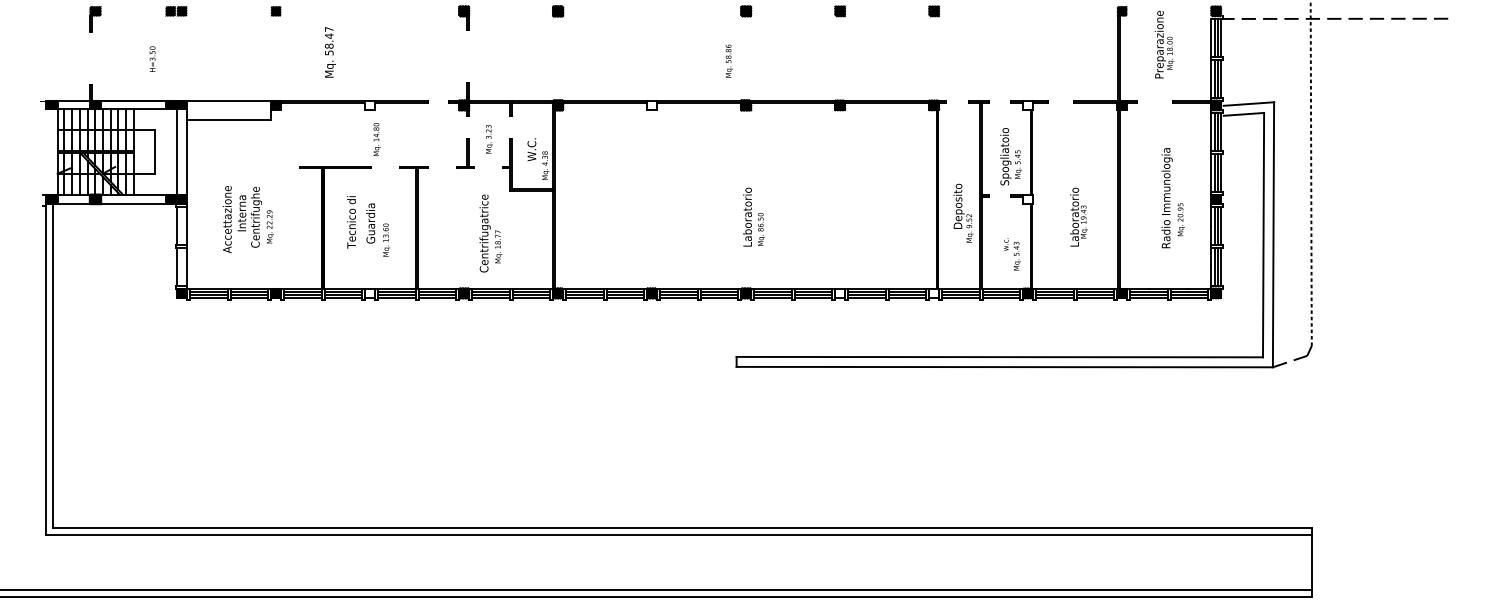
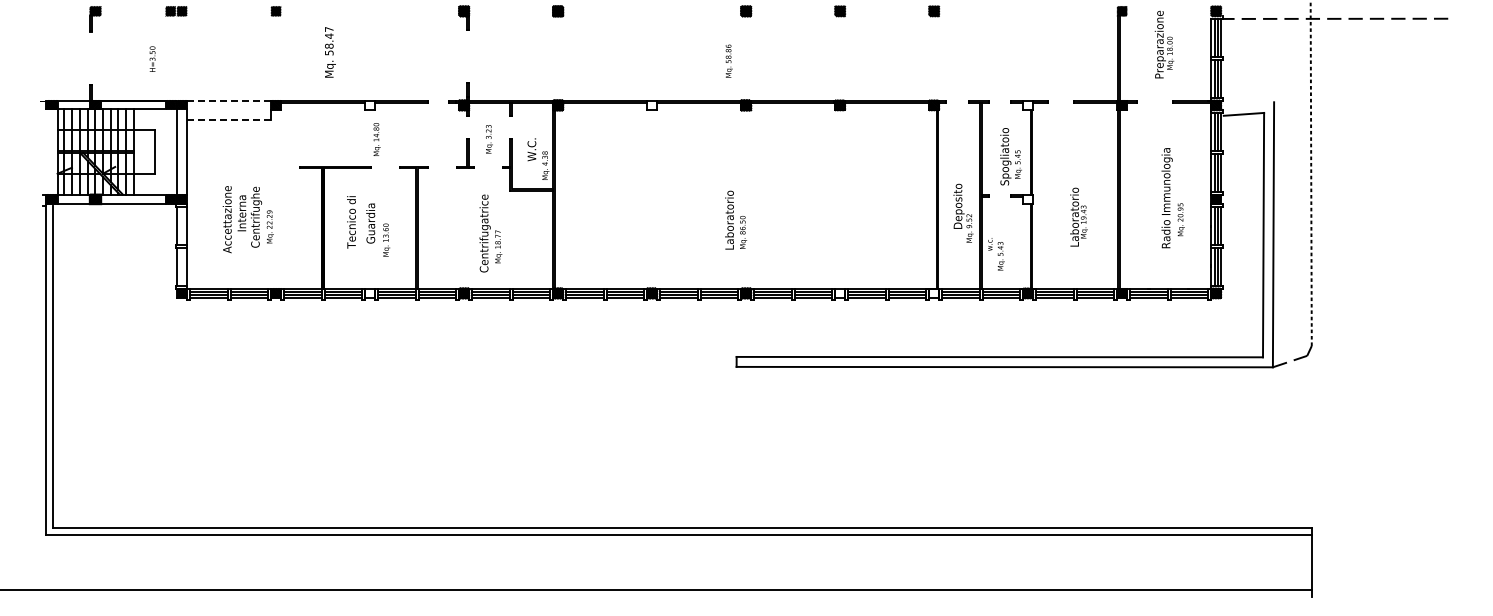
line at (229, 100): solid -> dashed
line at (1248, 103): present -> none
line at (229, 120): solid -> dashed
text at (753, 216) position: (753, 216) -> (735, 219)
text at (1012, 254) position: (1012, 254) -> (996, 254)
line at (656, 597): present -> none
